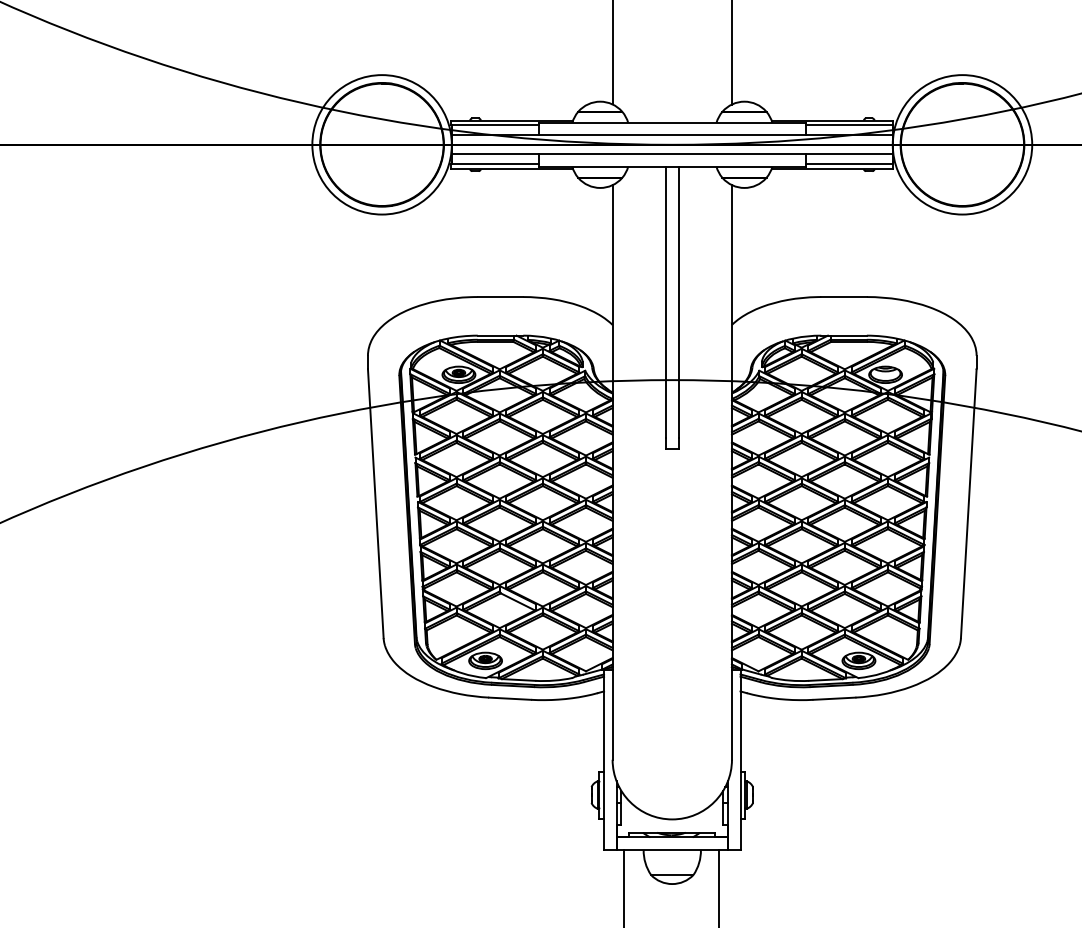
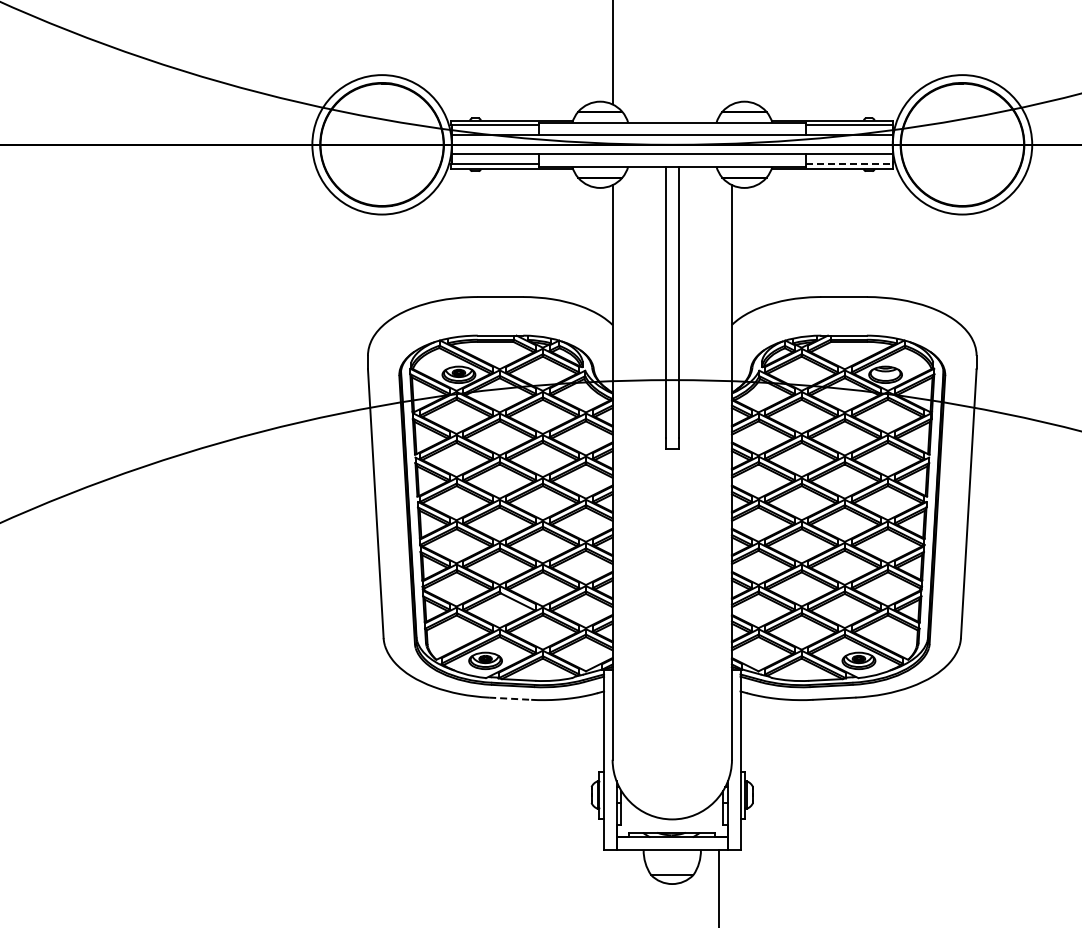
line at (731, 53): present -> none
line at (849, 164): solid -> dashed
line at (510, 698): solid -> dashed
line at (624, 886): present -> none
